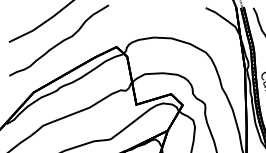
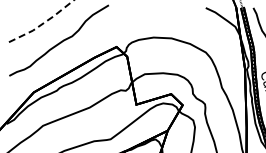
line at (42, 23): solid -> dashed
